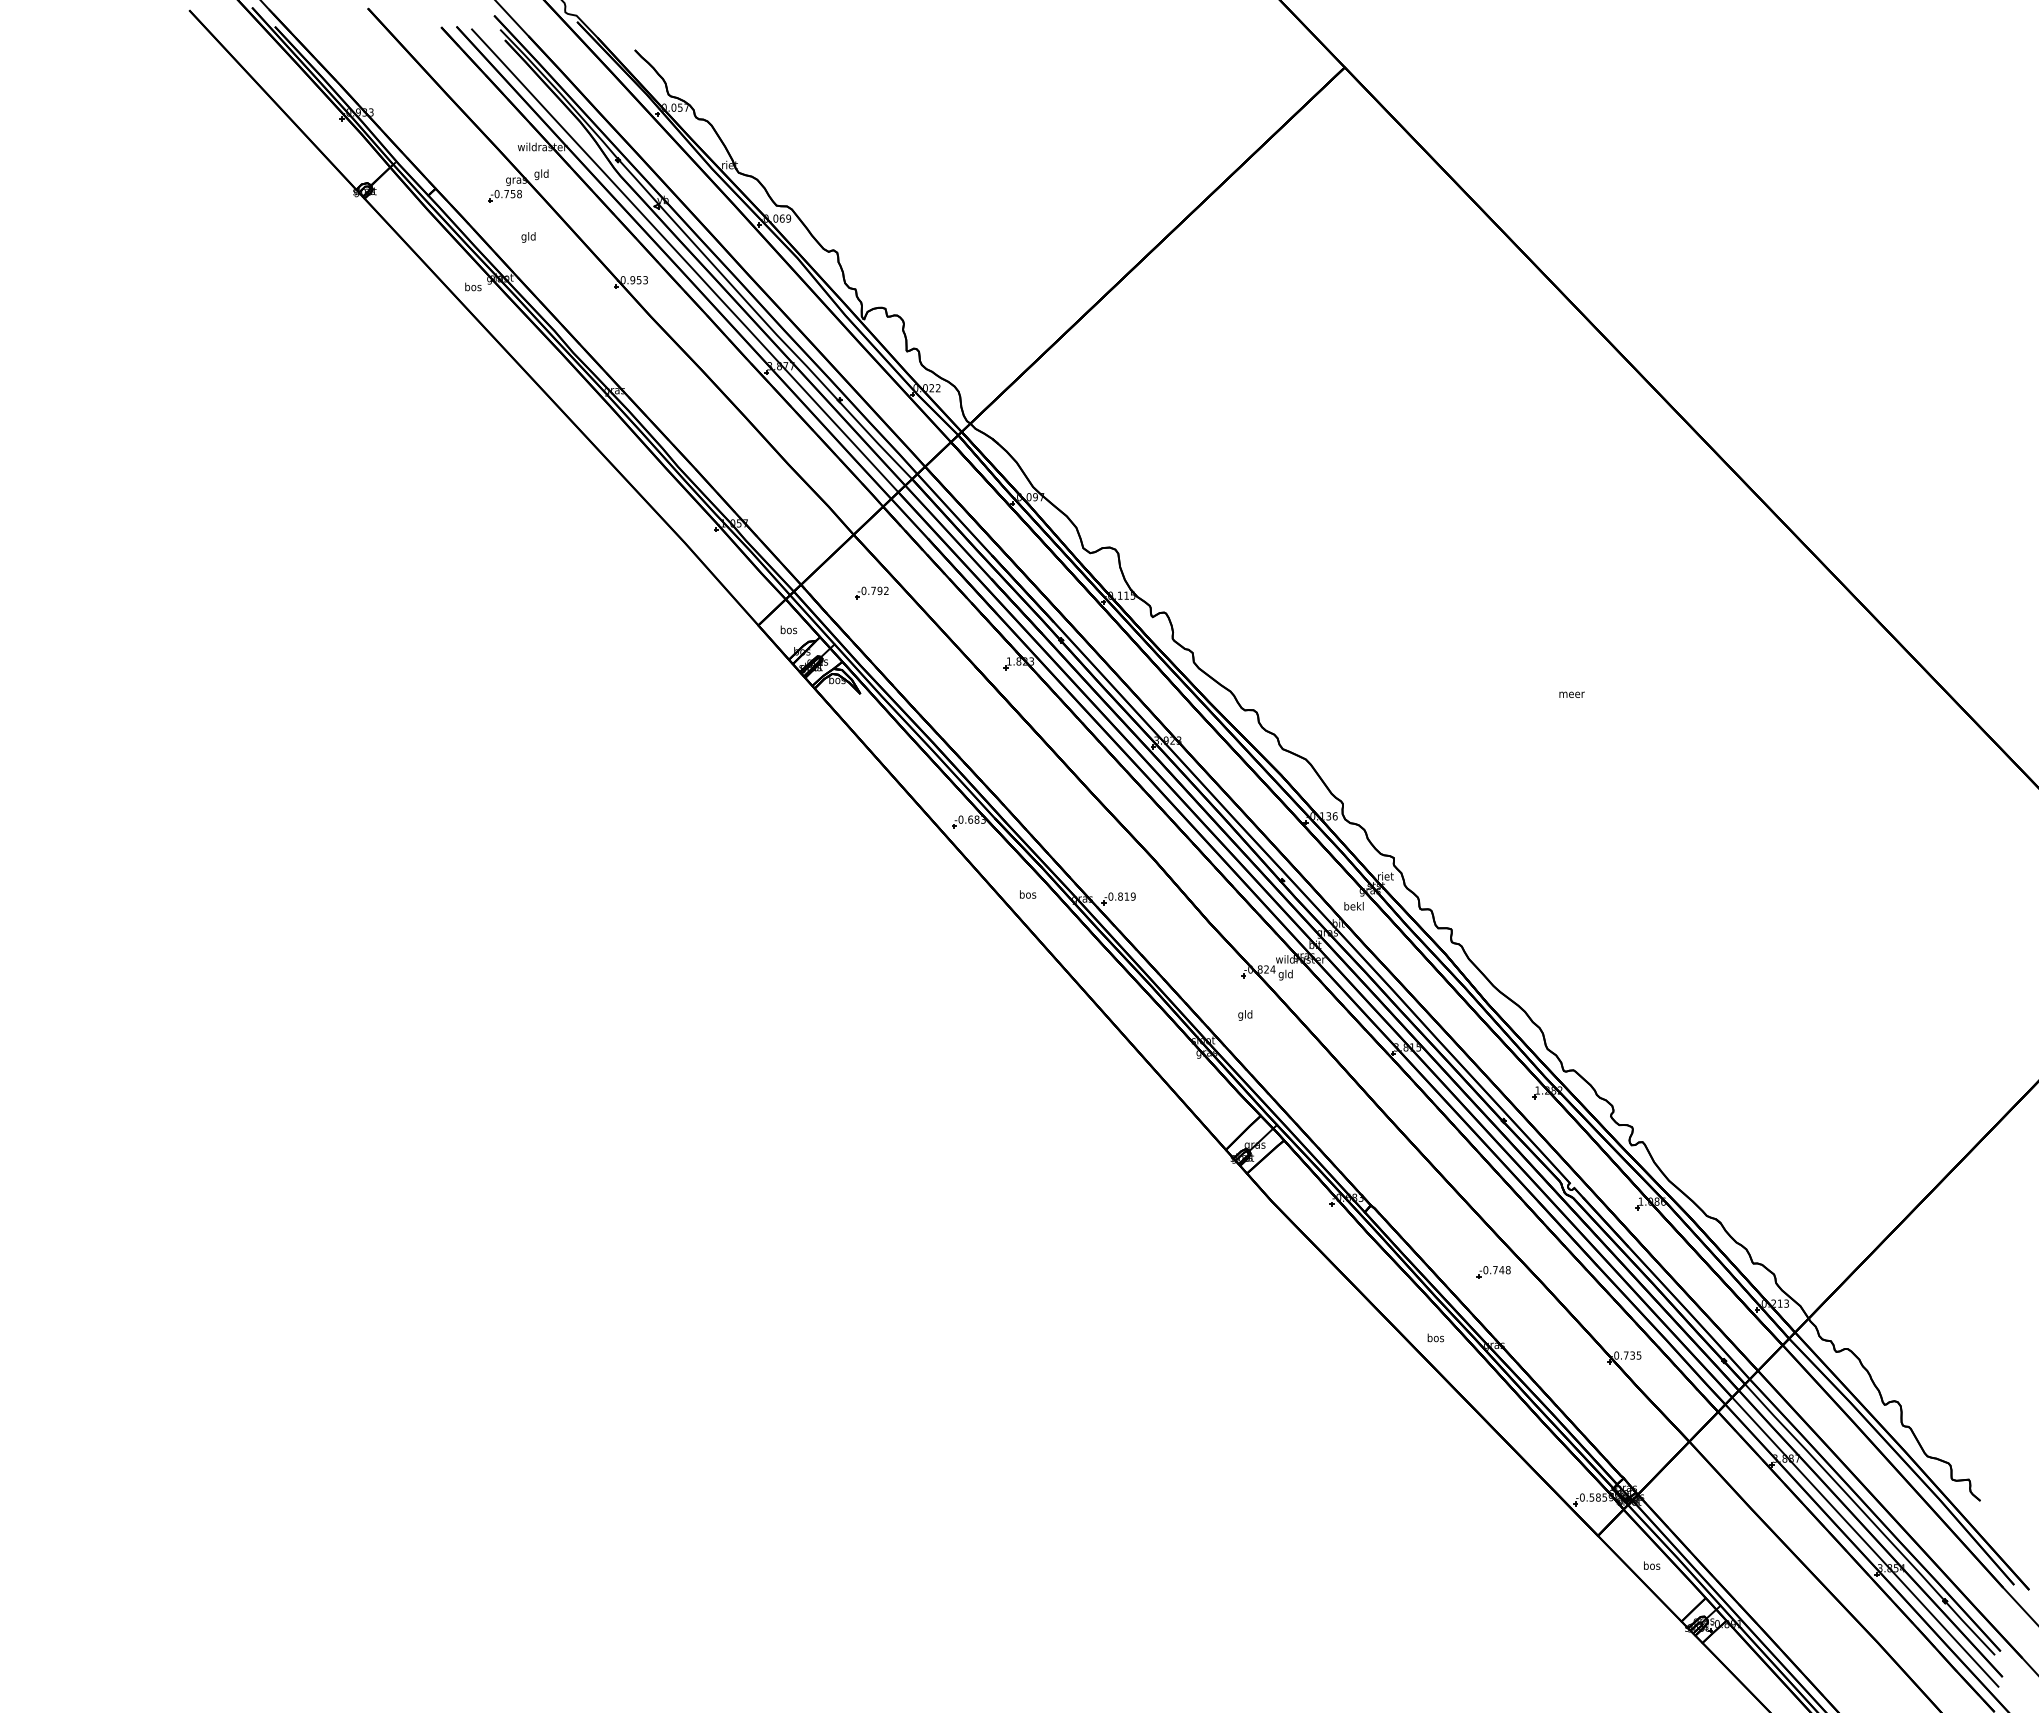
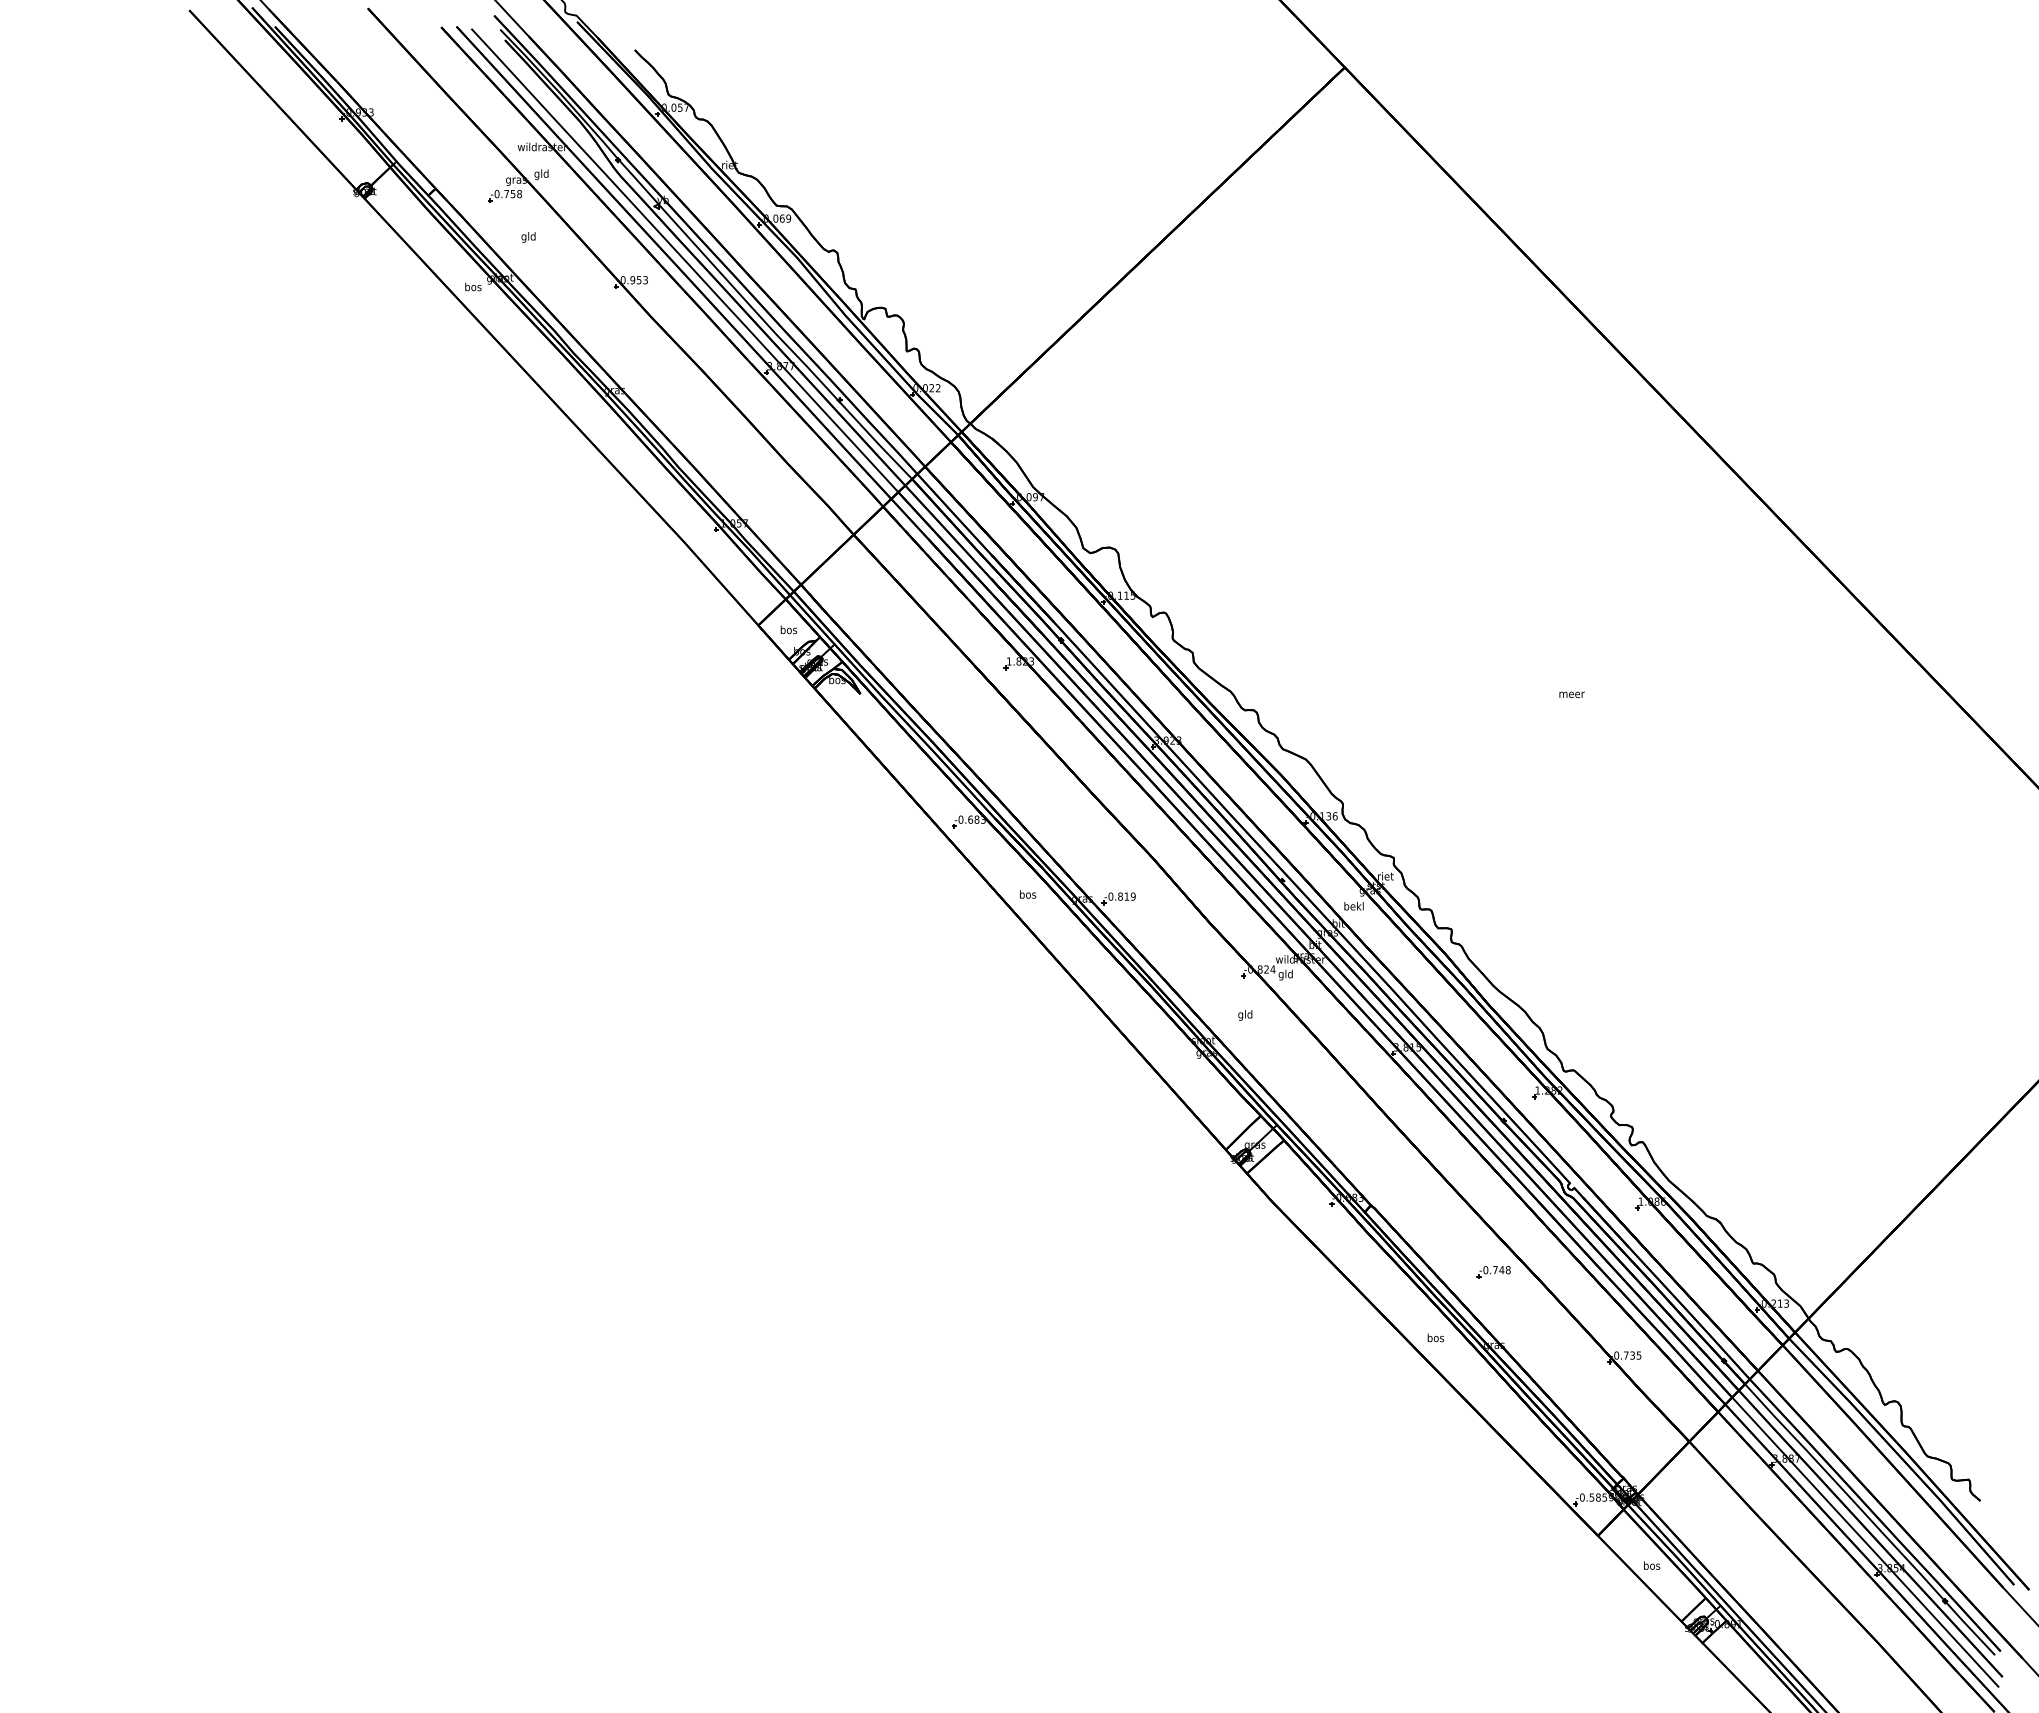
part at (871, 592): present -> none
